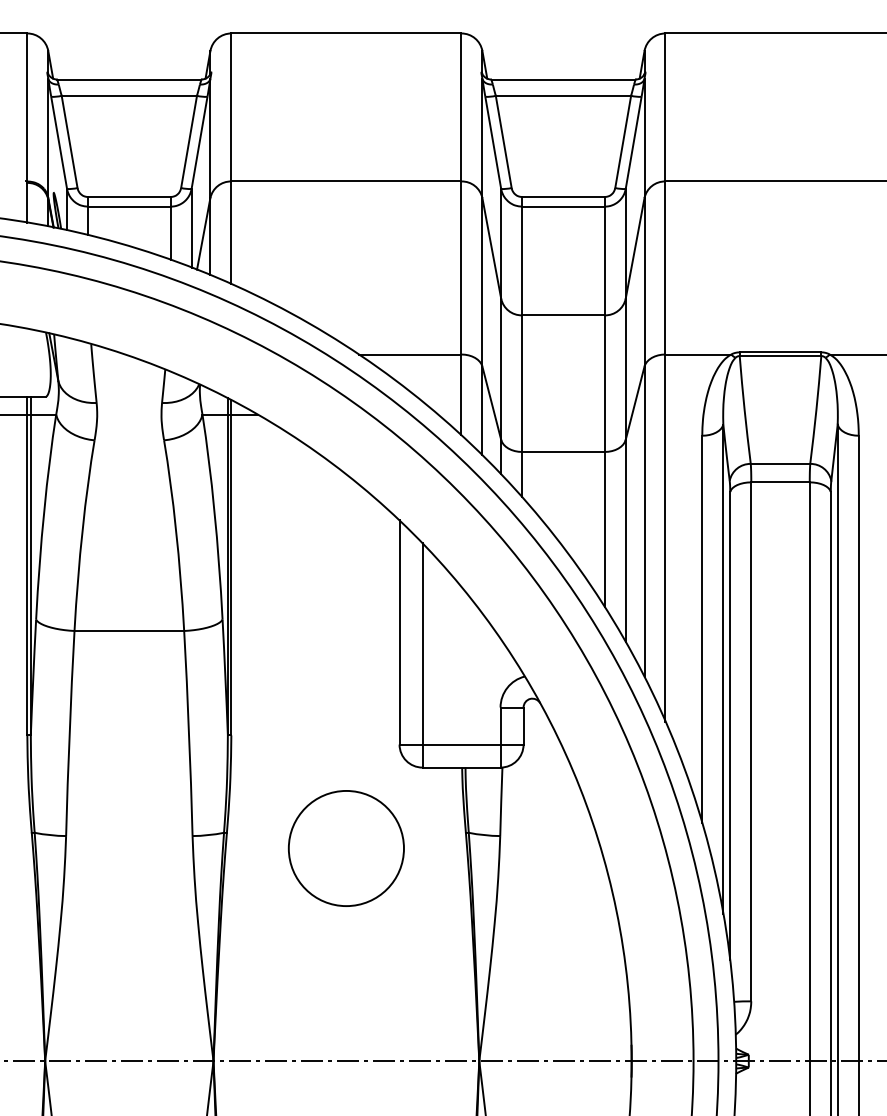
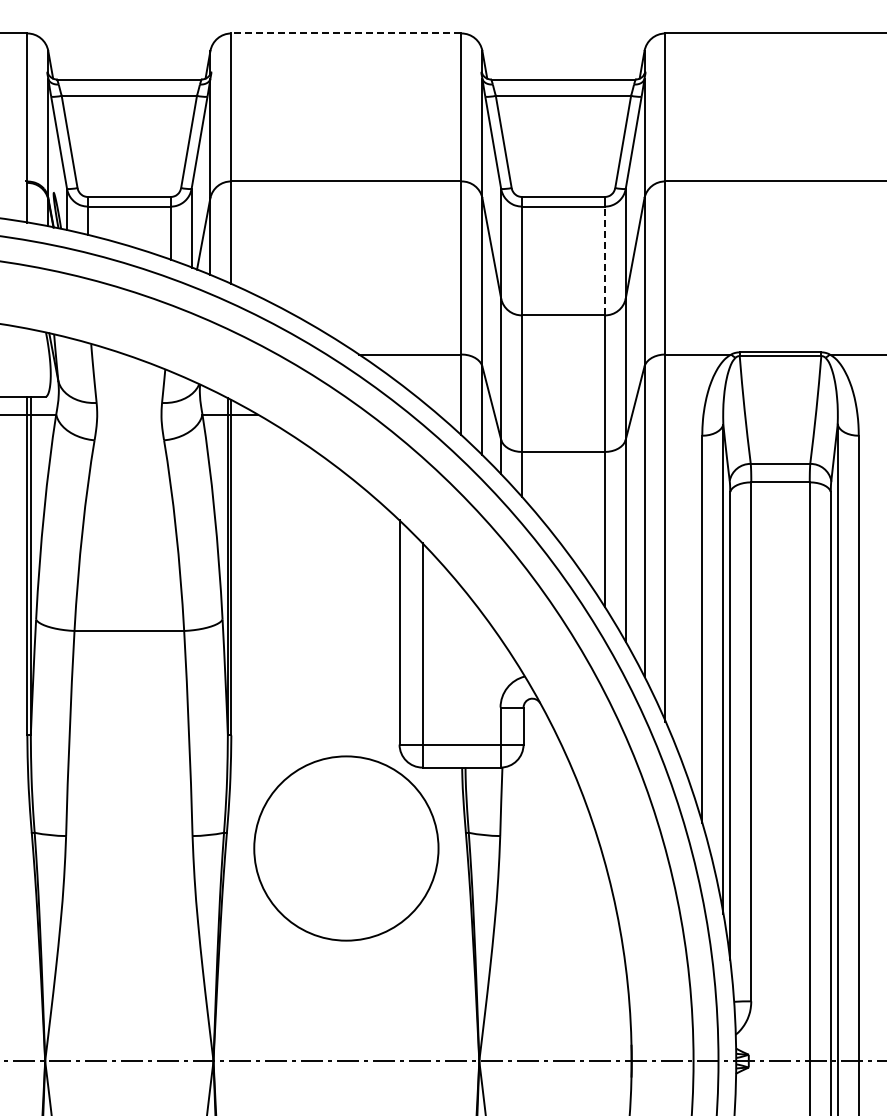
line at (345, 33): solid -> dashed
line at (604, 260): solid -> dashed
circle at (345, 848) diameter: 115 px -> 184 px
